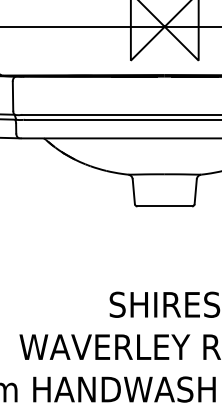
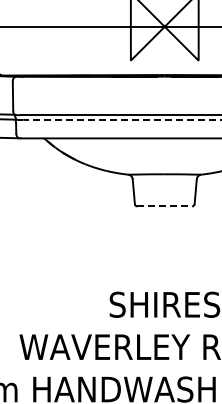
line at (122, 119): solid -> dashed
line at (165, 206): solid -> dashed
